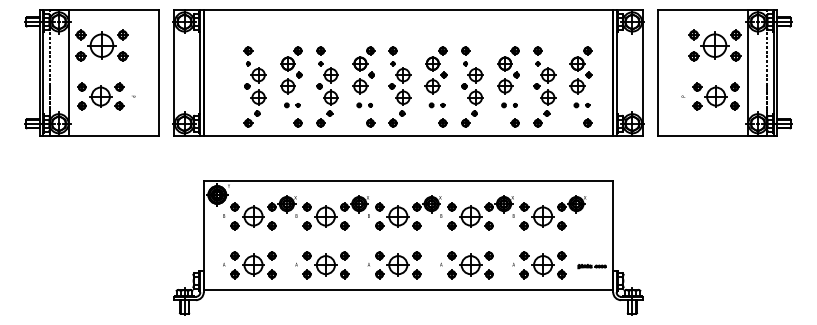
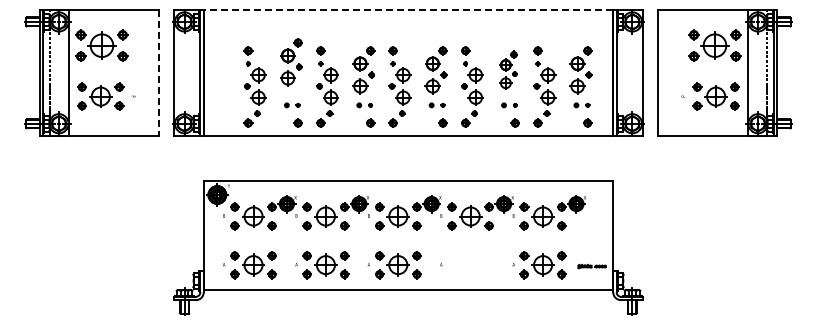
line at (408, 9): solid -> dashed
part at (291, 70) position: (291, 70) -> (291, 62)
part at (508, 70) size: 23x49 px -> 19x40 px
line at (158, 73): solid -> dashed
part at (470, 265): present -> none
